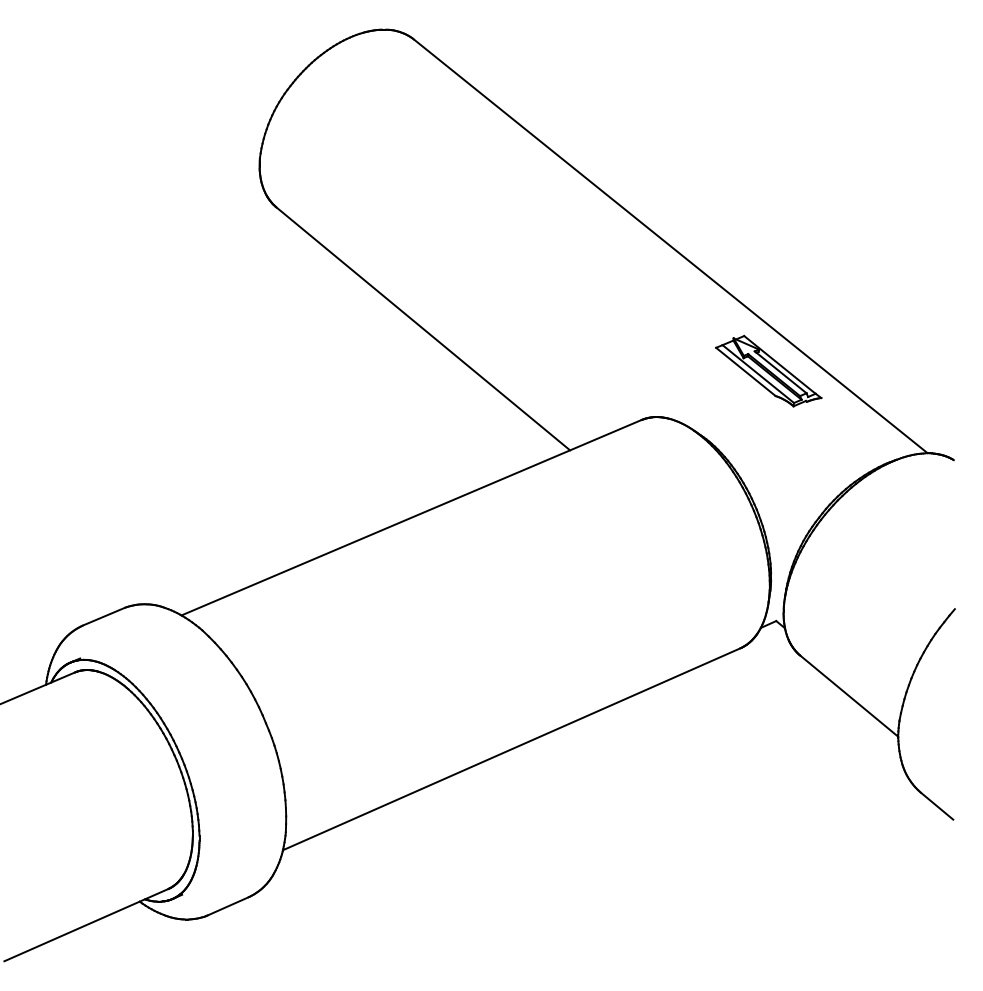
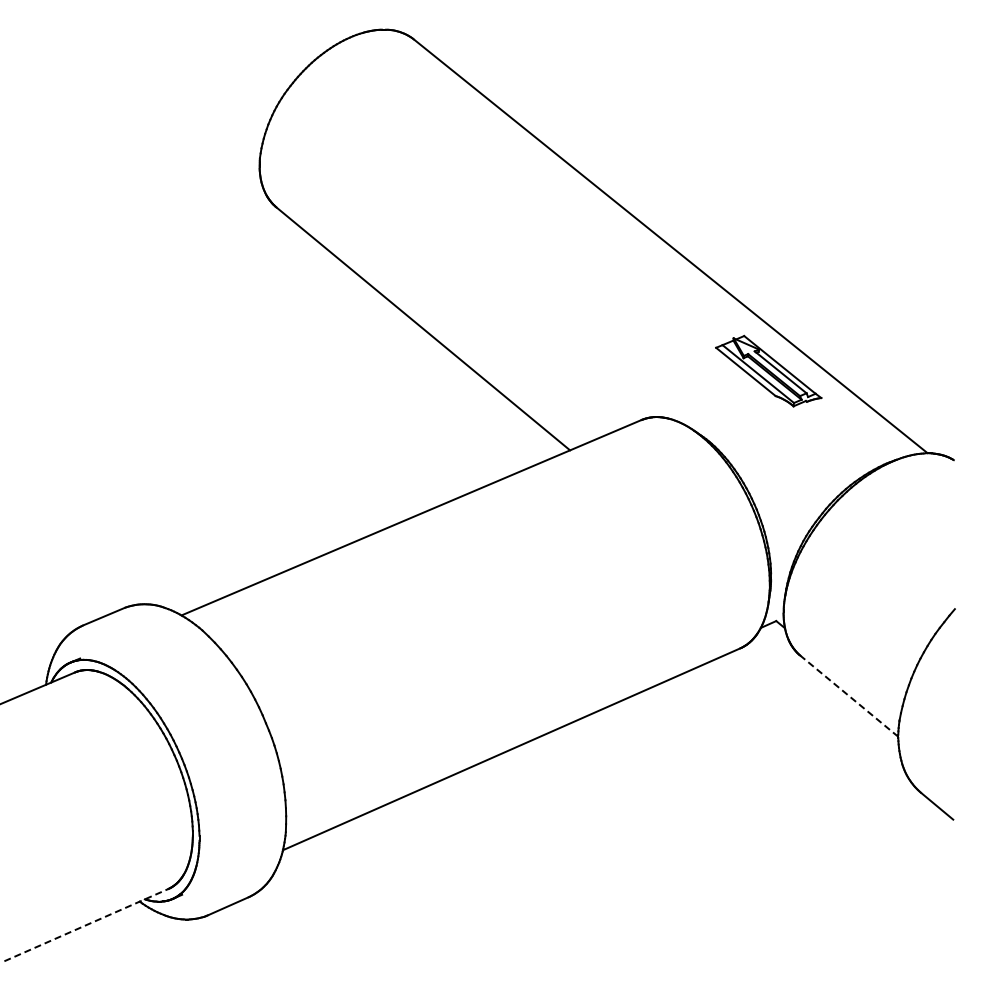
line at (849, 696): solid -> dashed
line at (86, 925): solid -> dashed
